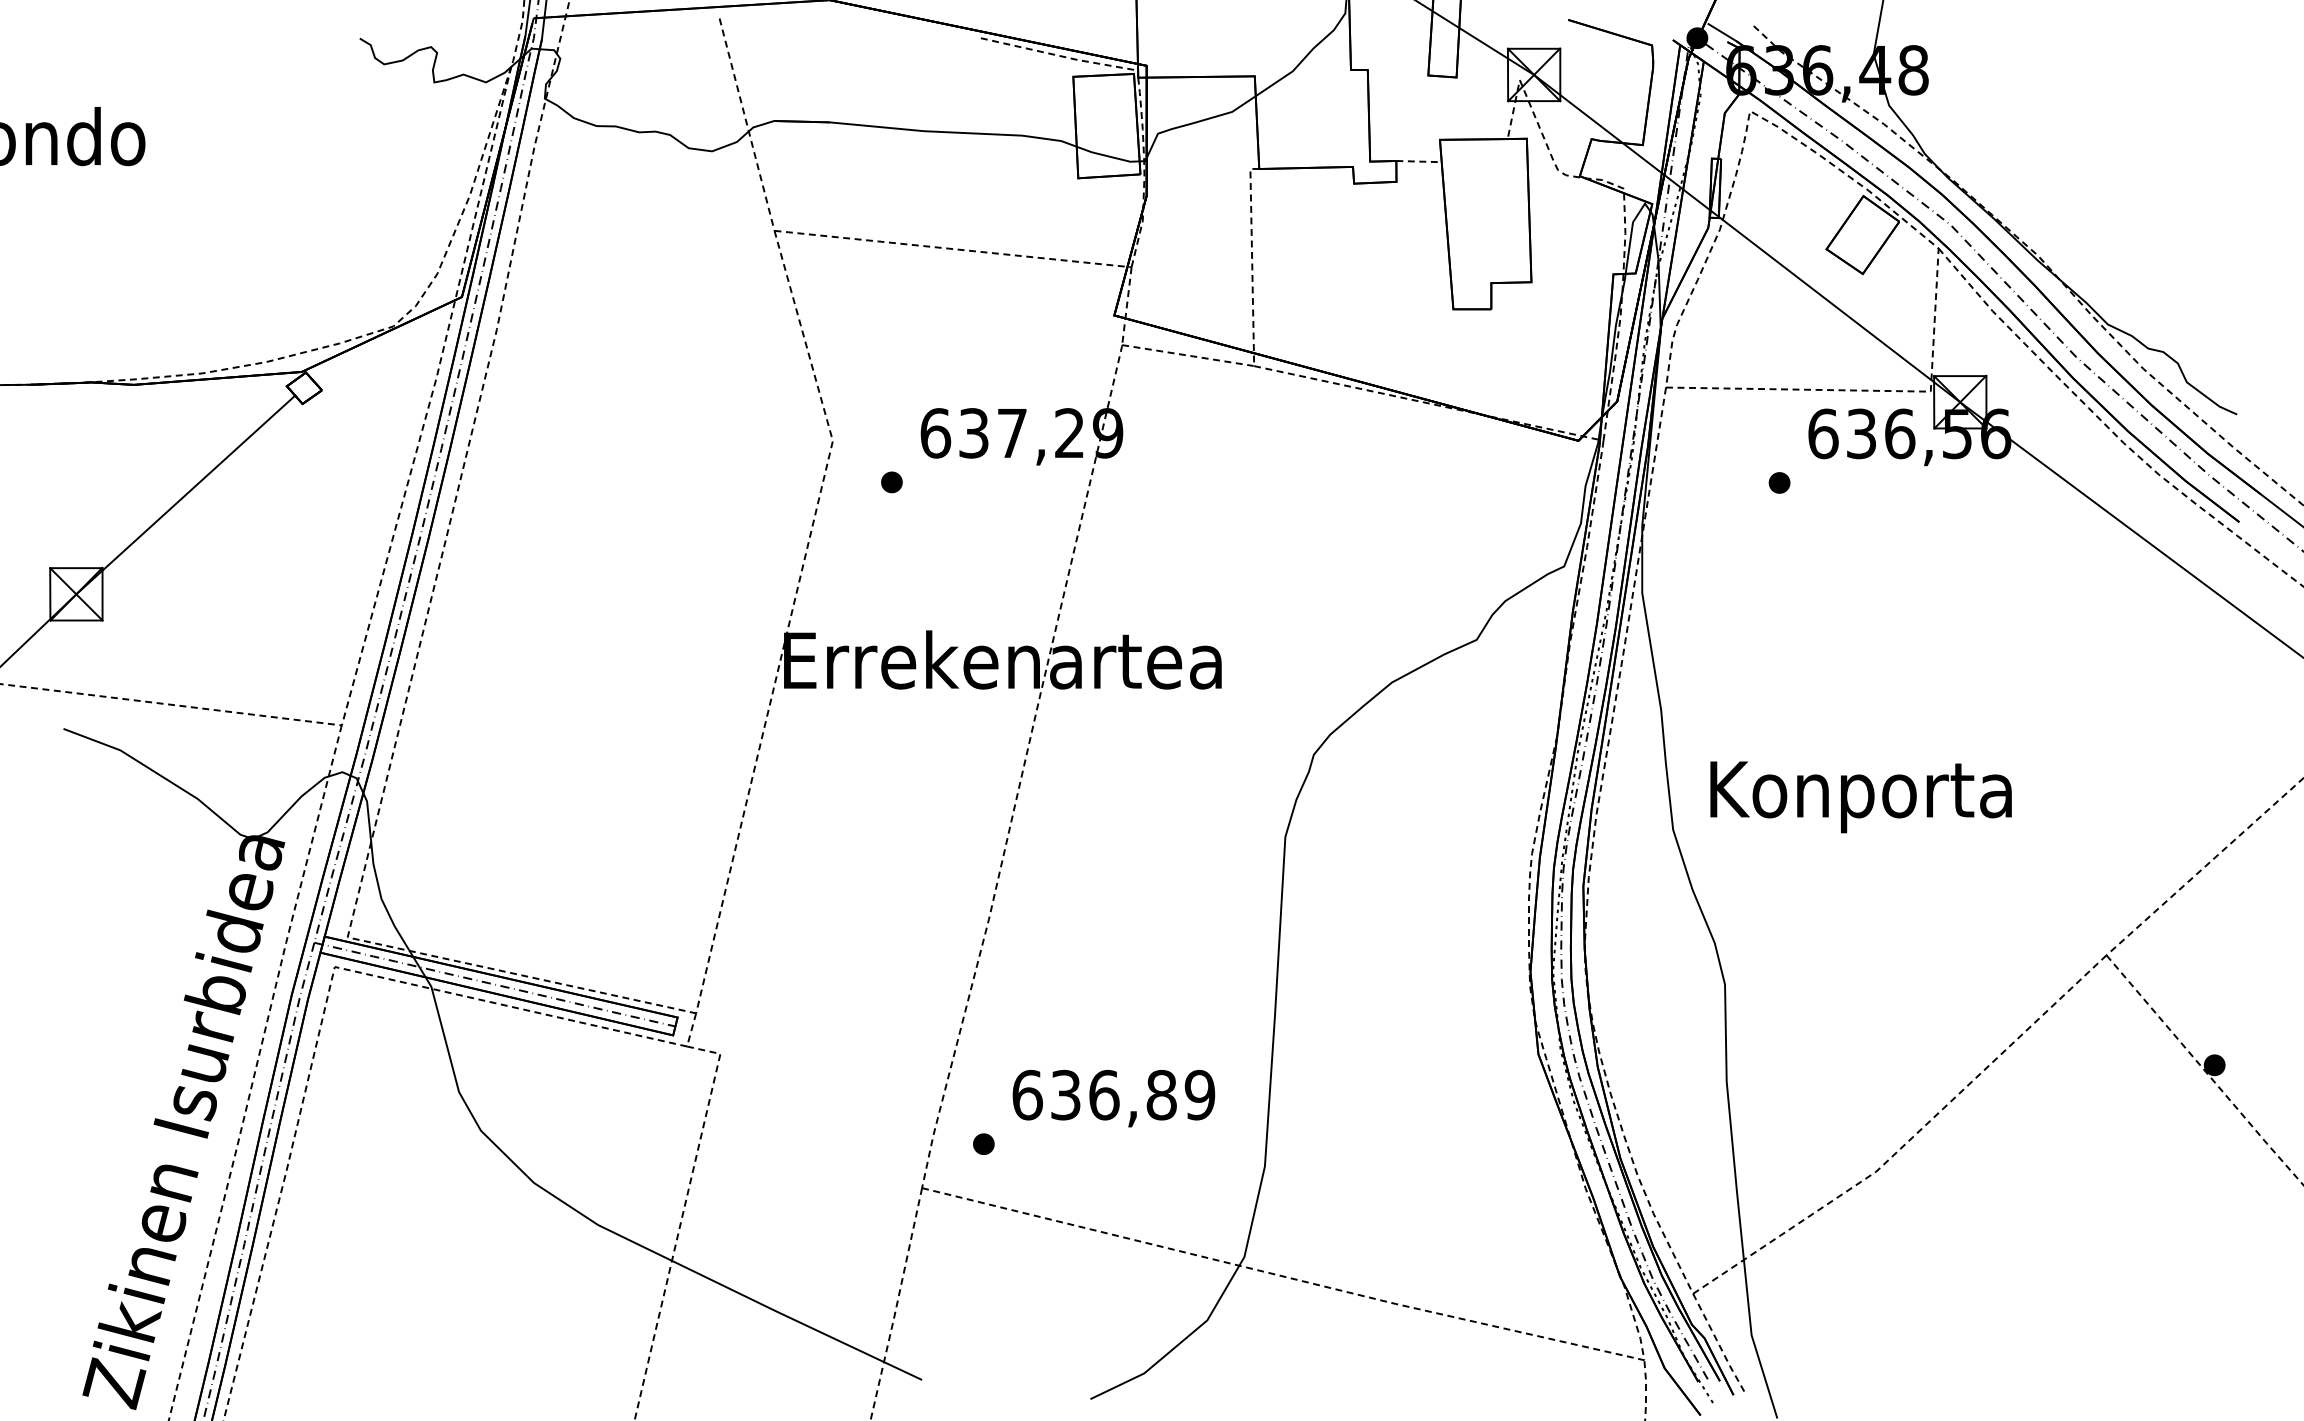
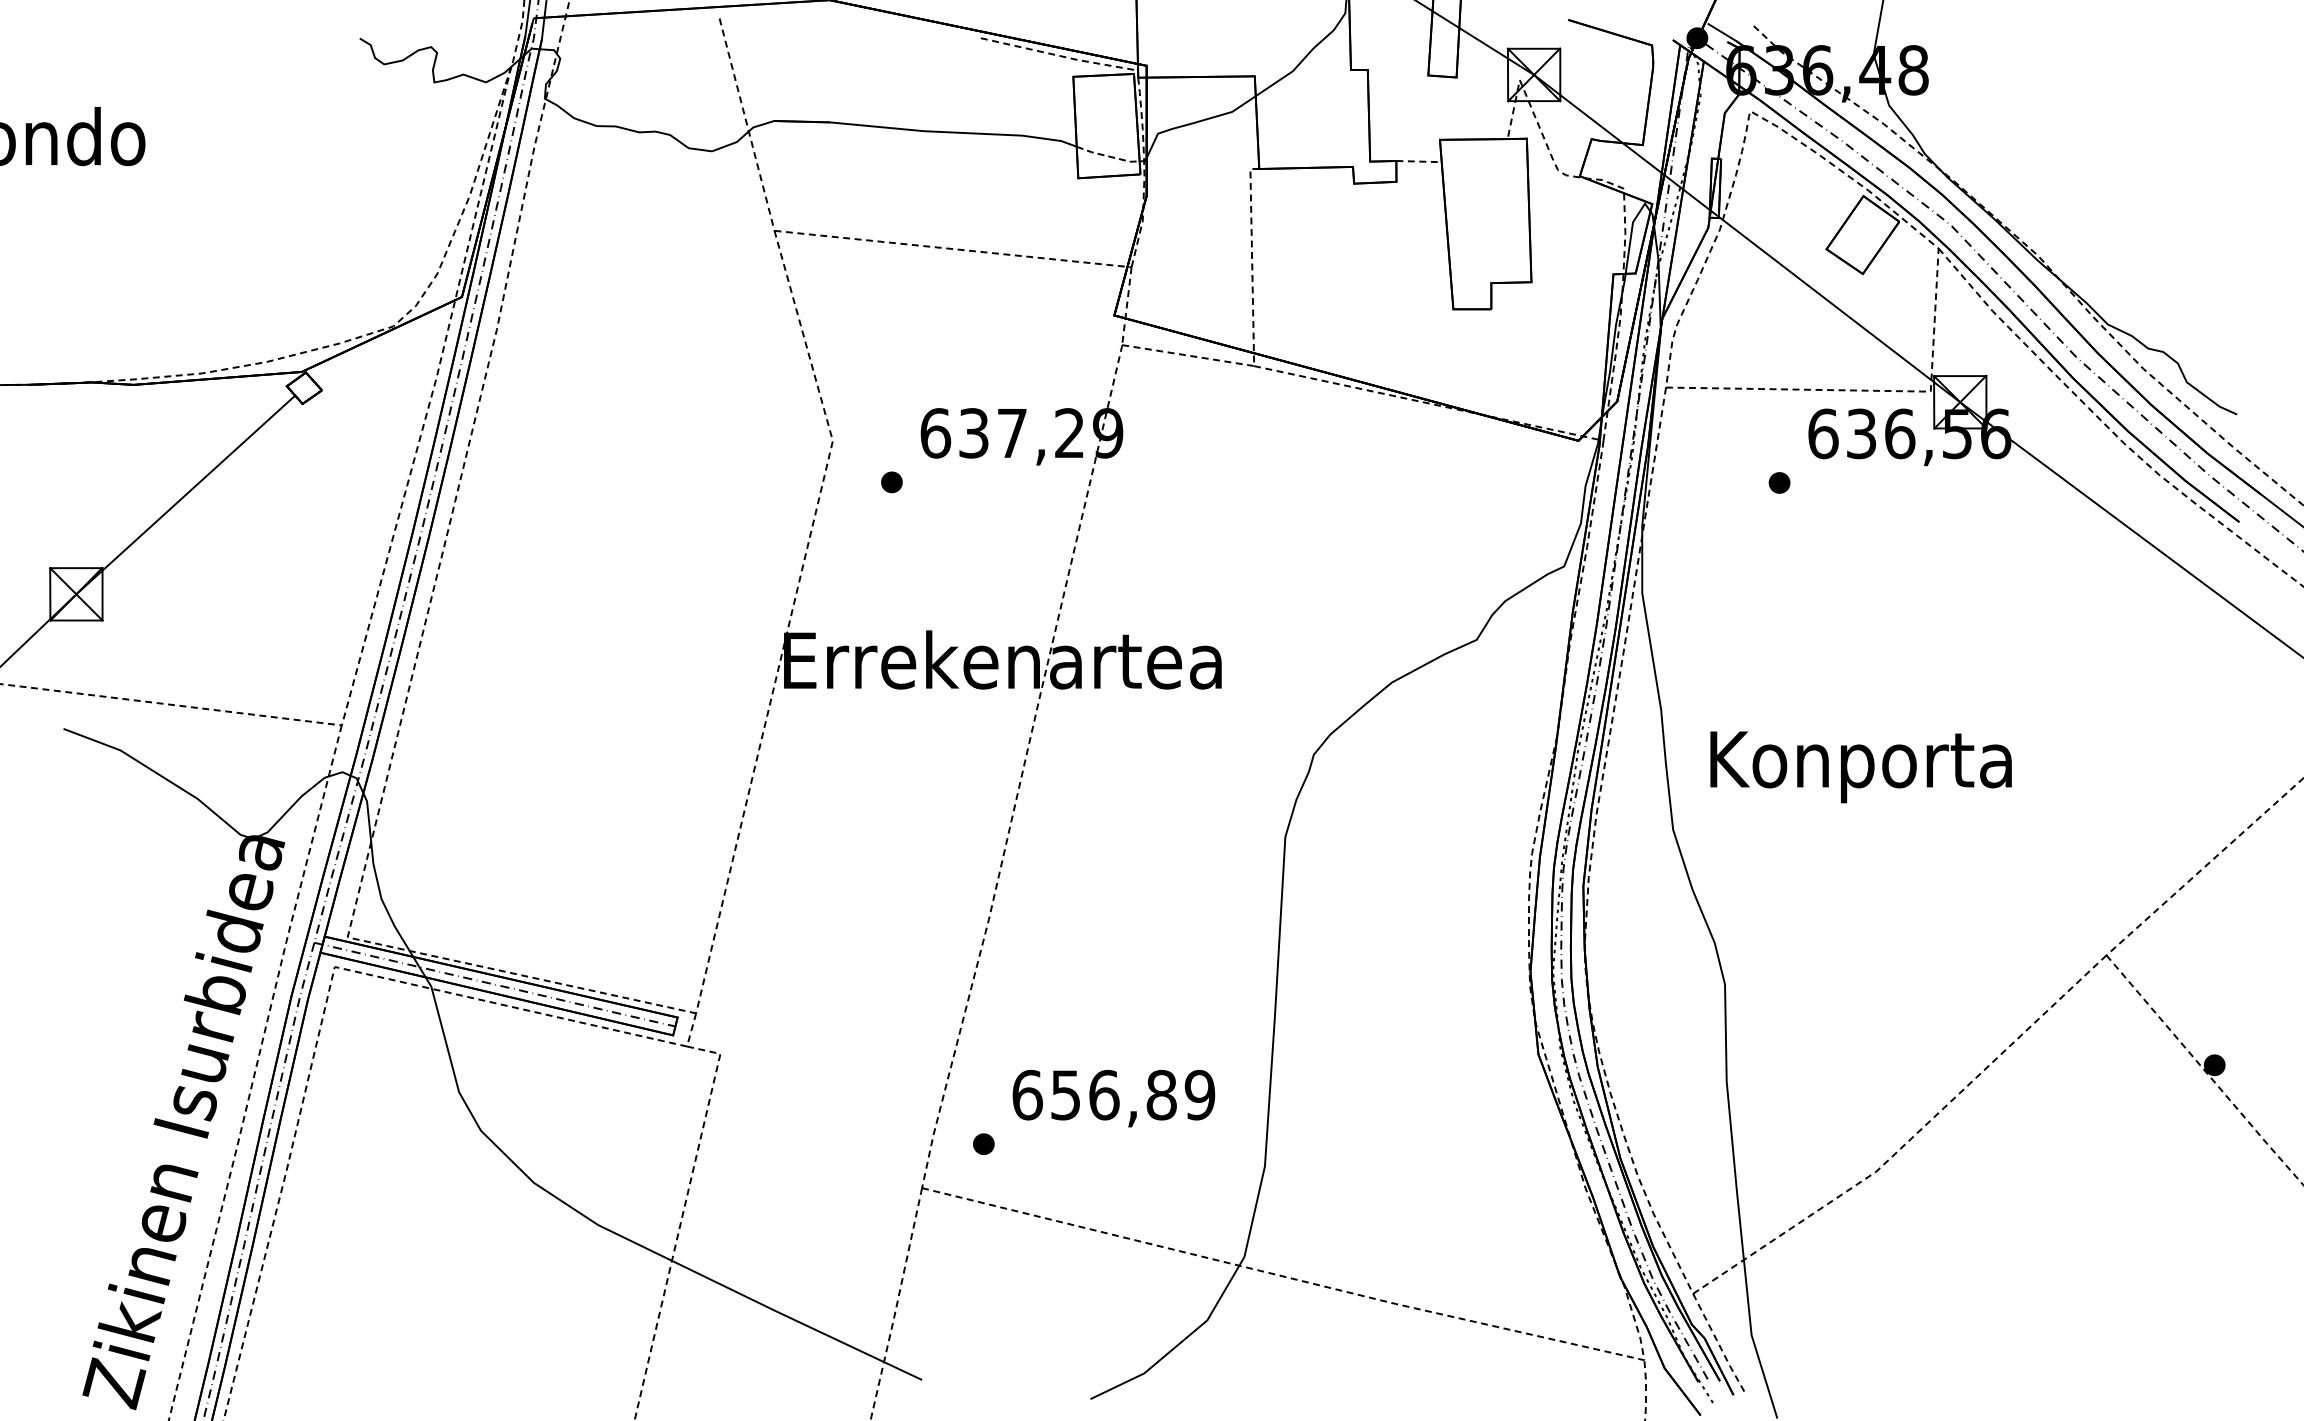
line at (1108, 156): solid -> dashed
text at (1860, 797) position: (1860, 797) -> (1860, 767)
text at (1065, 1094): 636,89 -> 656,89
